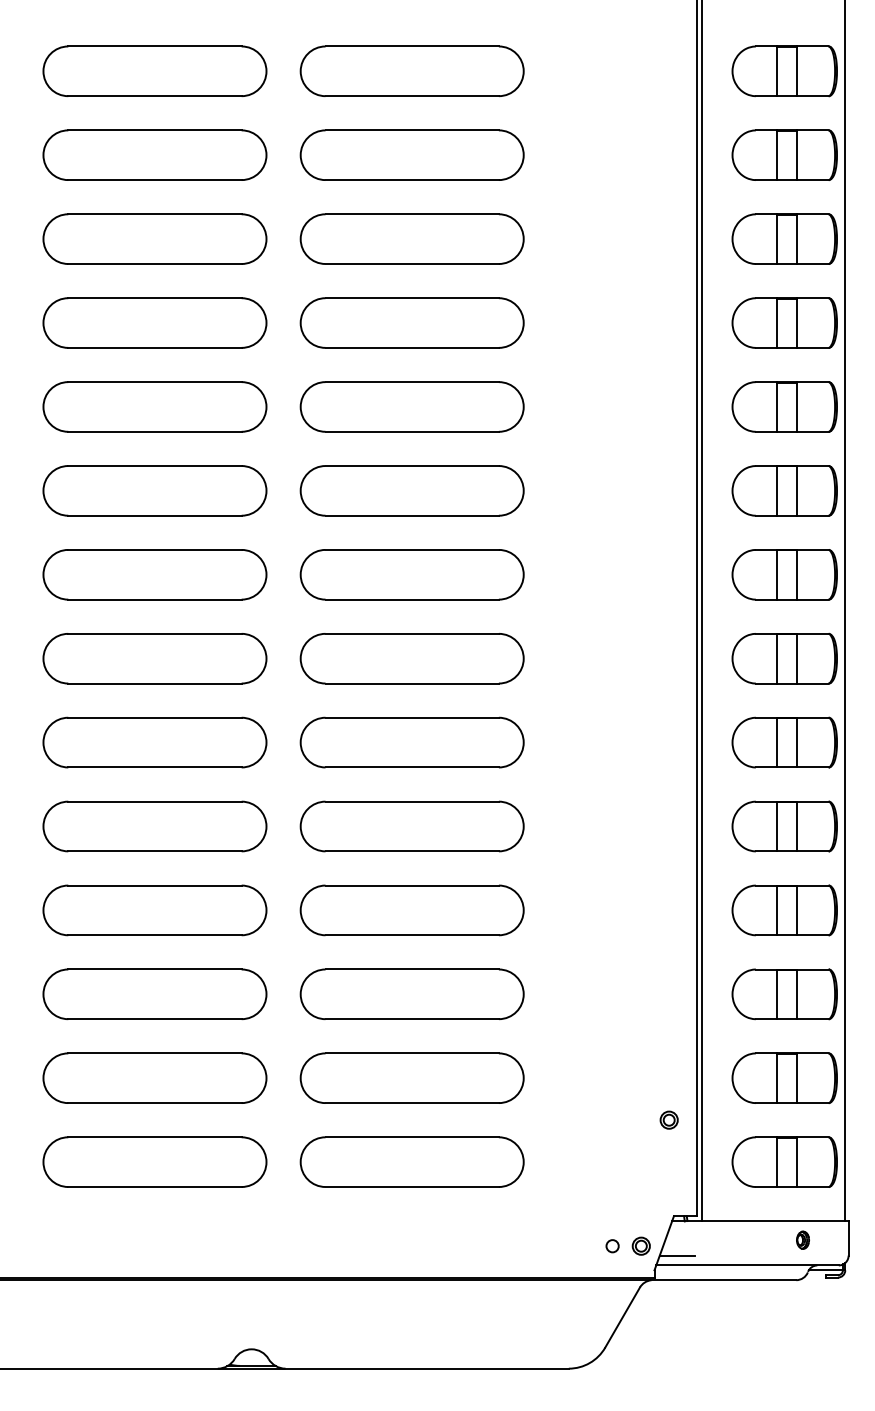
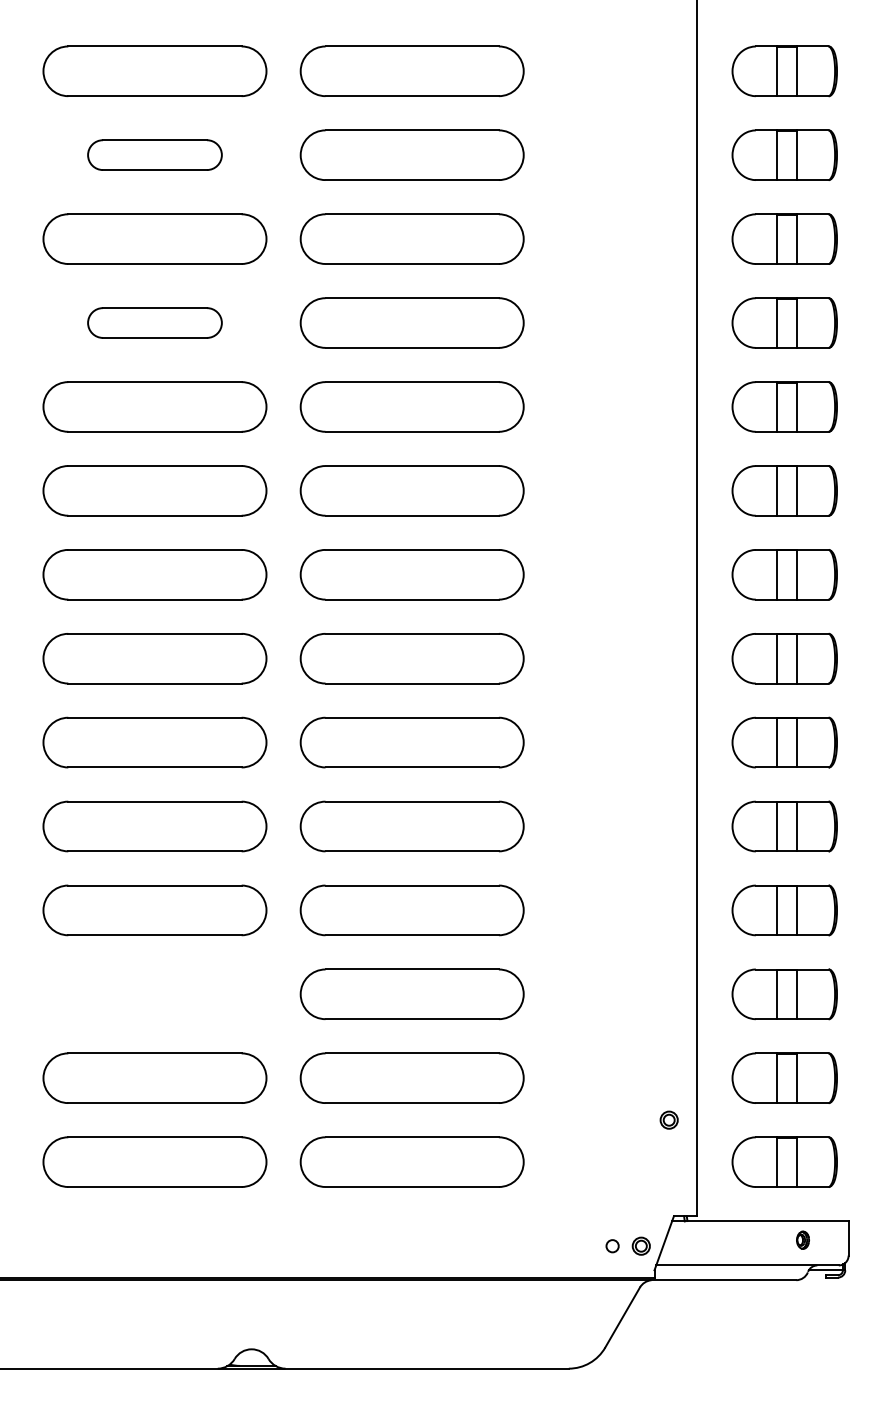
part at (154, 154) size: 226x52 px -> 136x32 px
part at (154, 322) size: 226x52 px -> 136x32 px
line at (701, 611): present -> none
line at (845, 611): present -> none
part at (154, 993): present -> none
line at (677, 1255): present -> none
